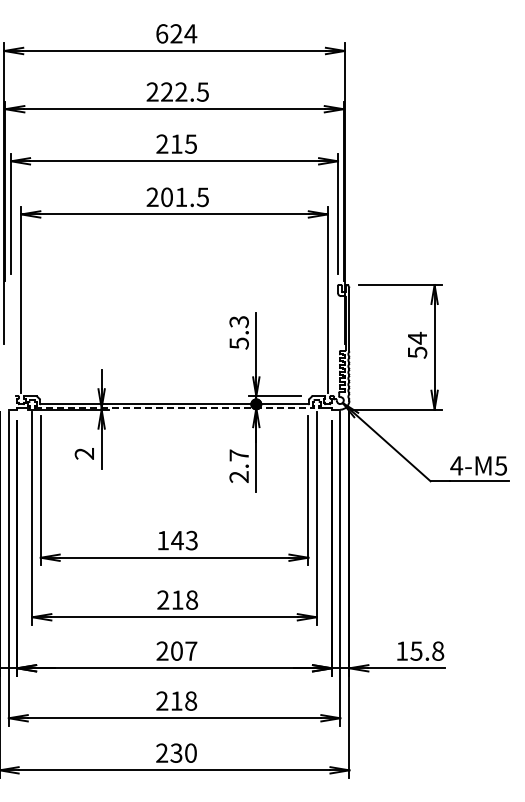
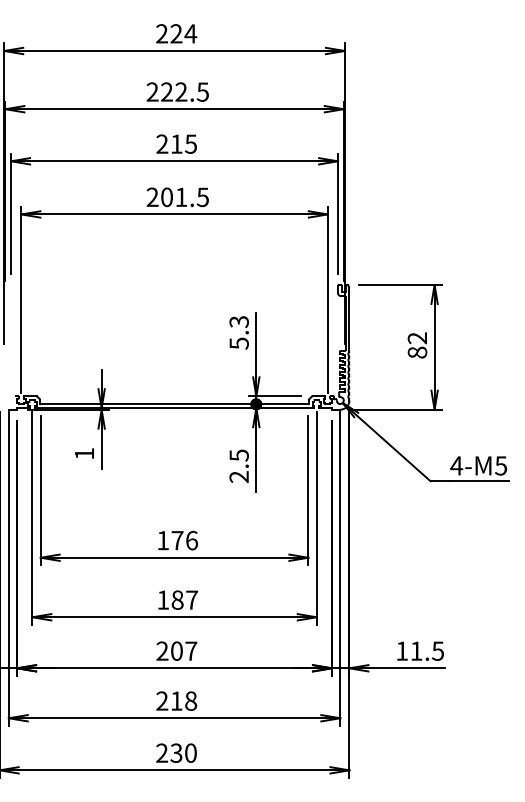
text at (162, 33): 624 -> 224
text at (417, 344): 54 -> 82
line at (175, 408): dashed -> solid
text at (83, 453): 2 -> 1
text at (238, 455): 2.7 -> 2.5
text at (184, 540): 143 -> 176
text at (177, 599): 218 -> 187
text at (427, 650): 15.8 -> 11.5
